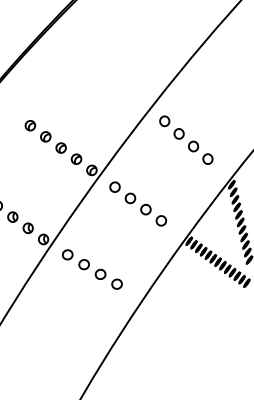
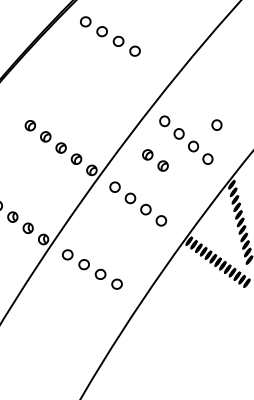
part at (110, 36): none -> present
part at (216, 124): none -> present
part at (155, 160): none -> present
